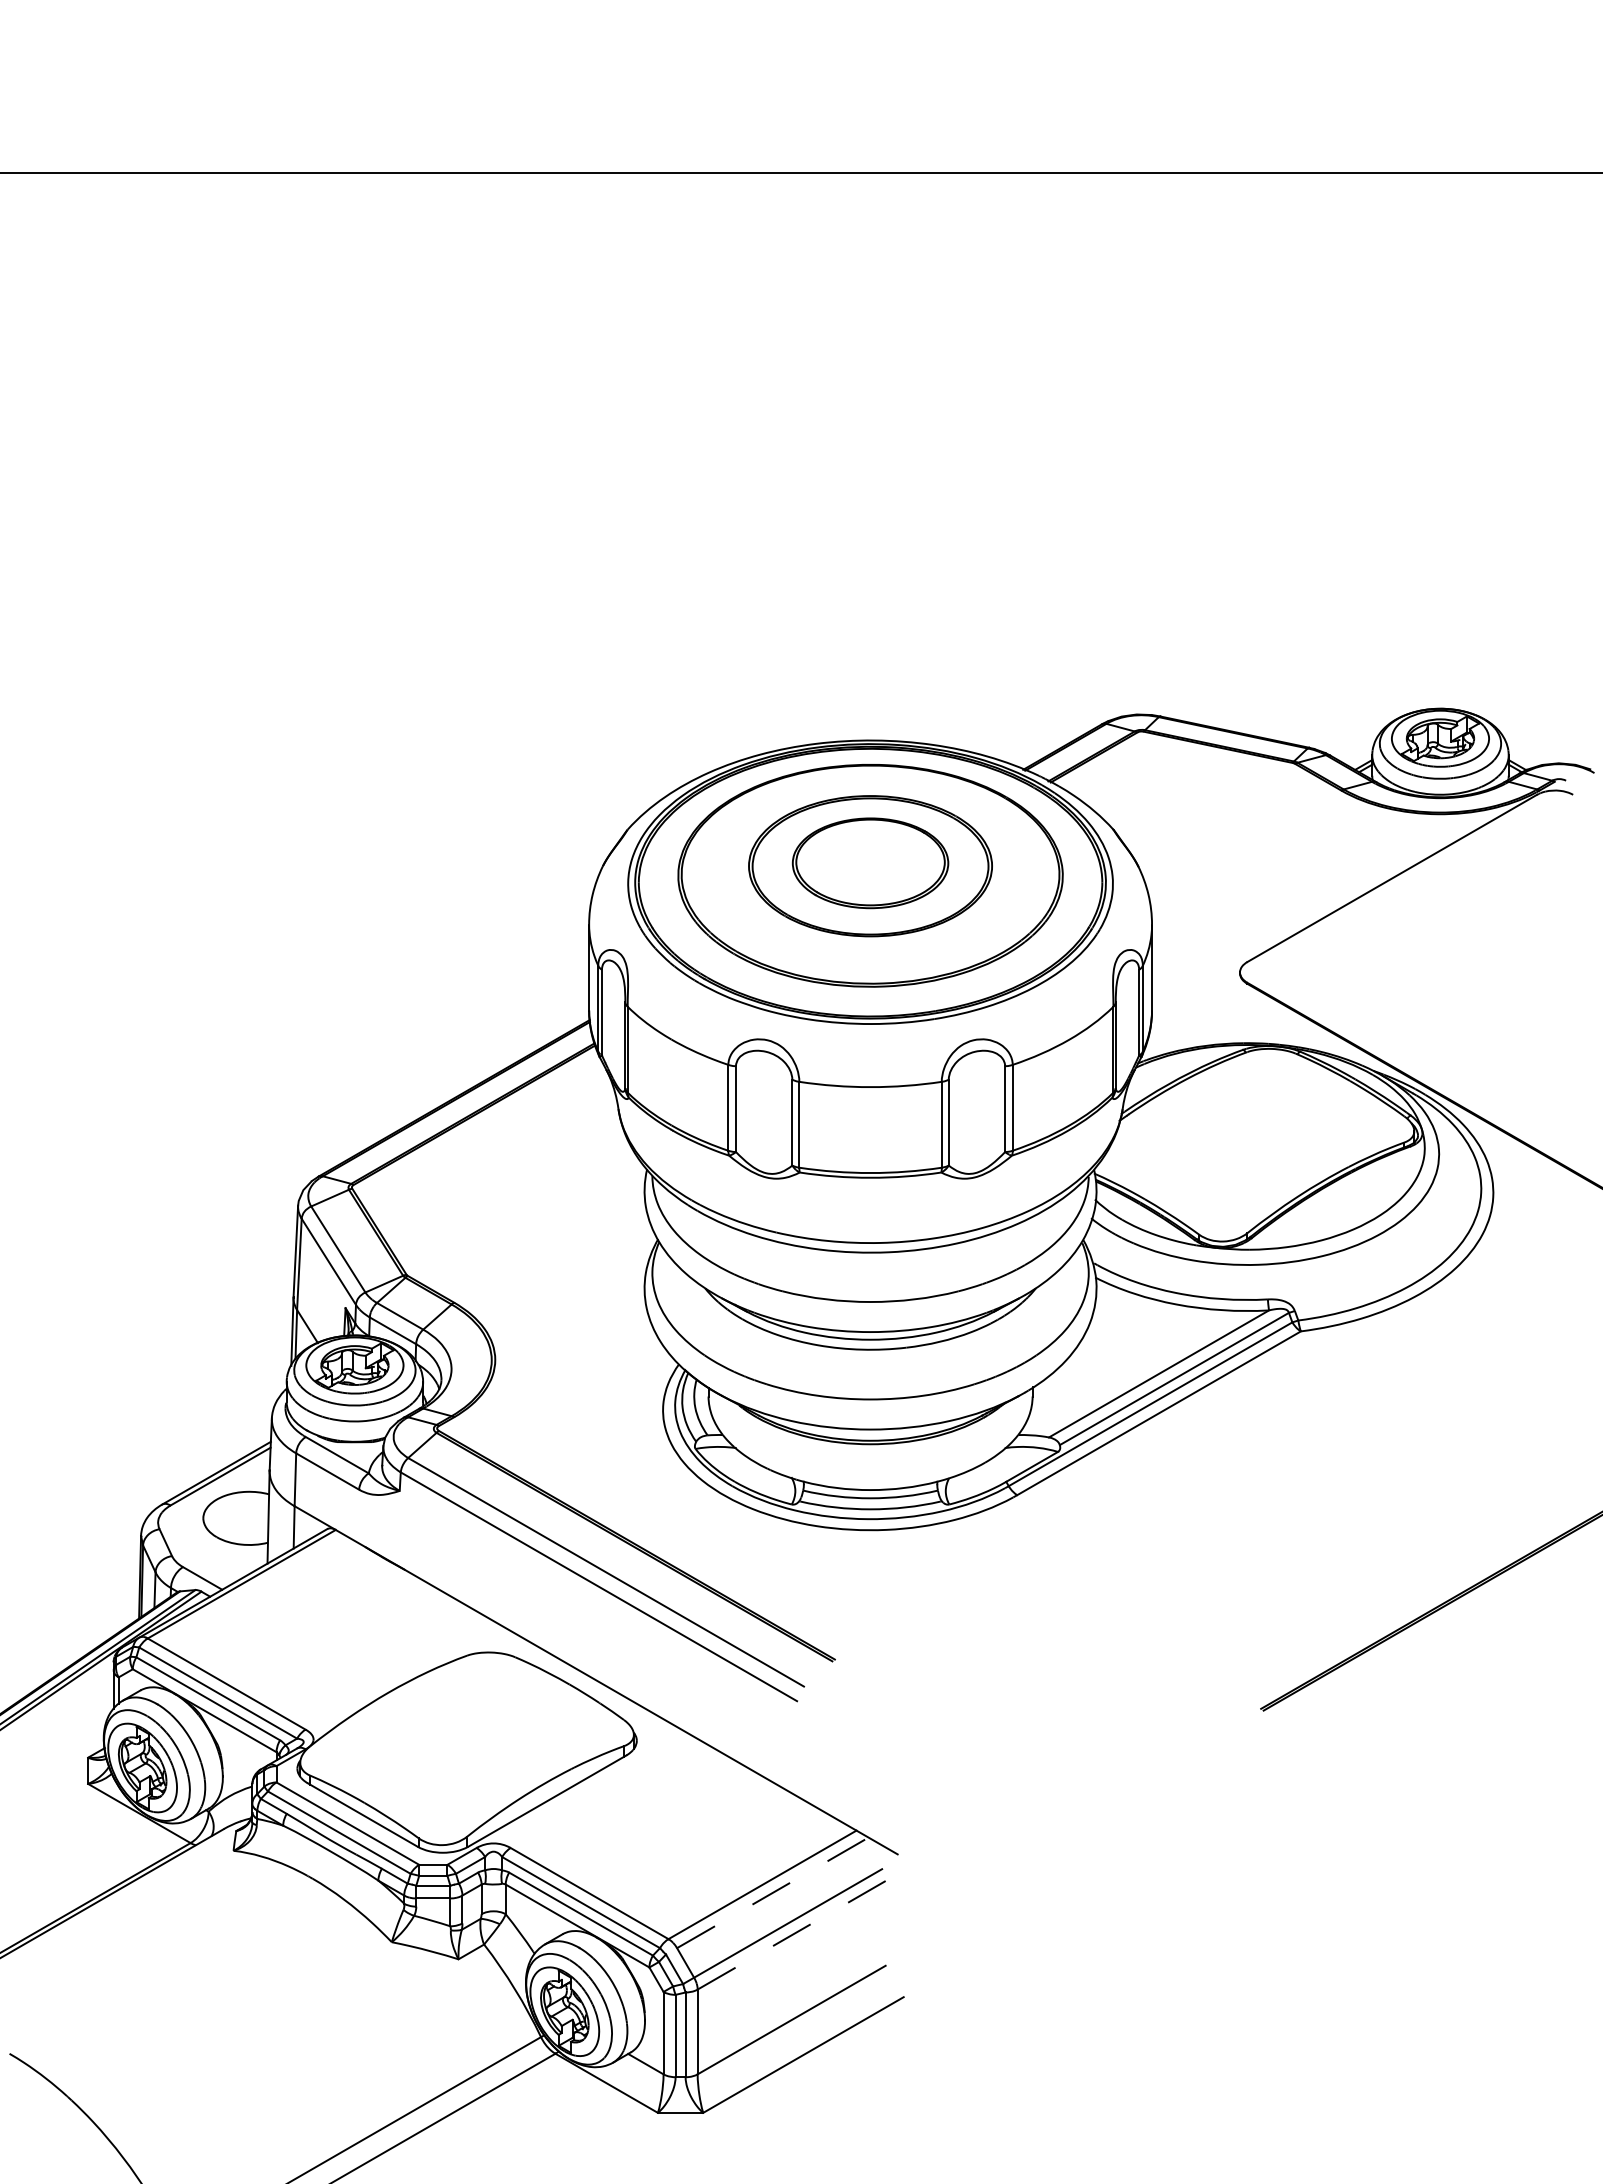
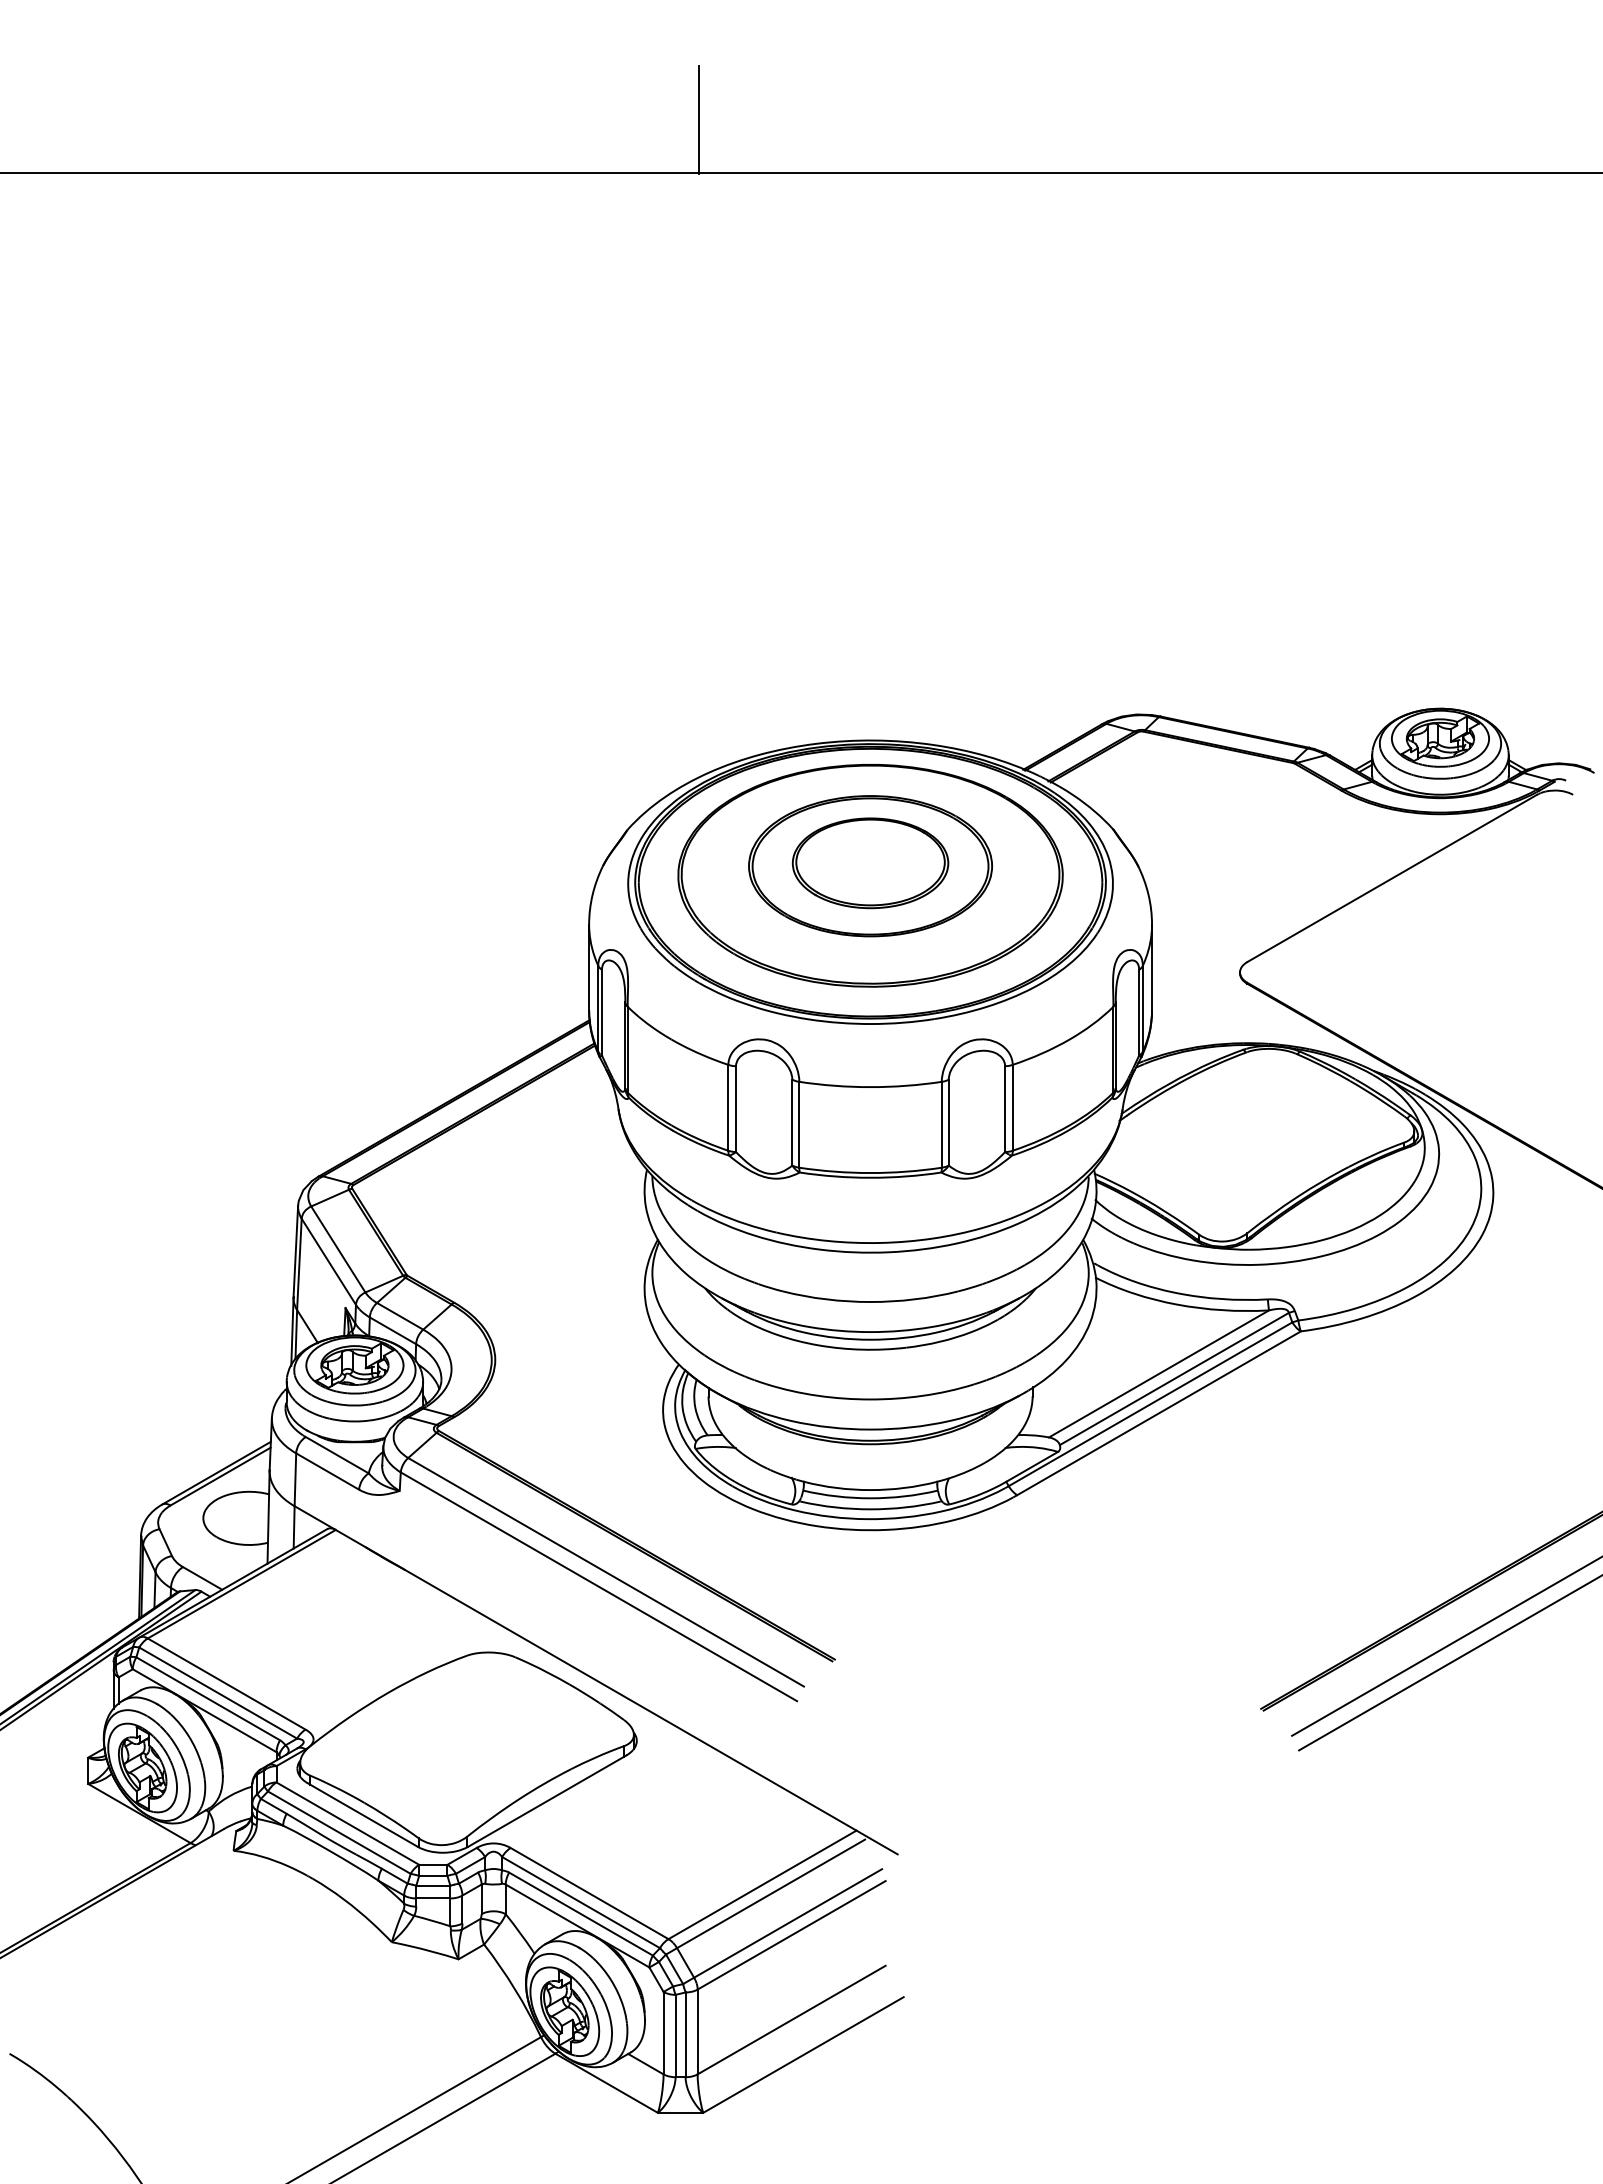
line at (699, 119): none -> present
line at (1445, 1646): none -> present
line at (1449, 1663): none -> present
line at (765, 1897): dashed -> solid
line at (791, 1935): dashed -> solid
